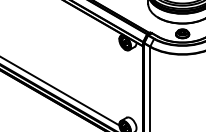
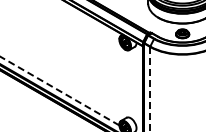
line at (150, 89): solid -> dashed
line at (59, 91): solid -> dashed
